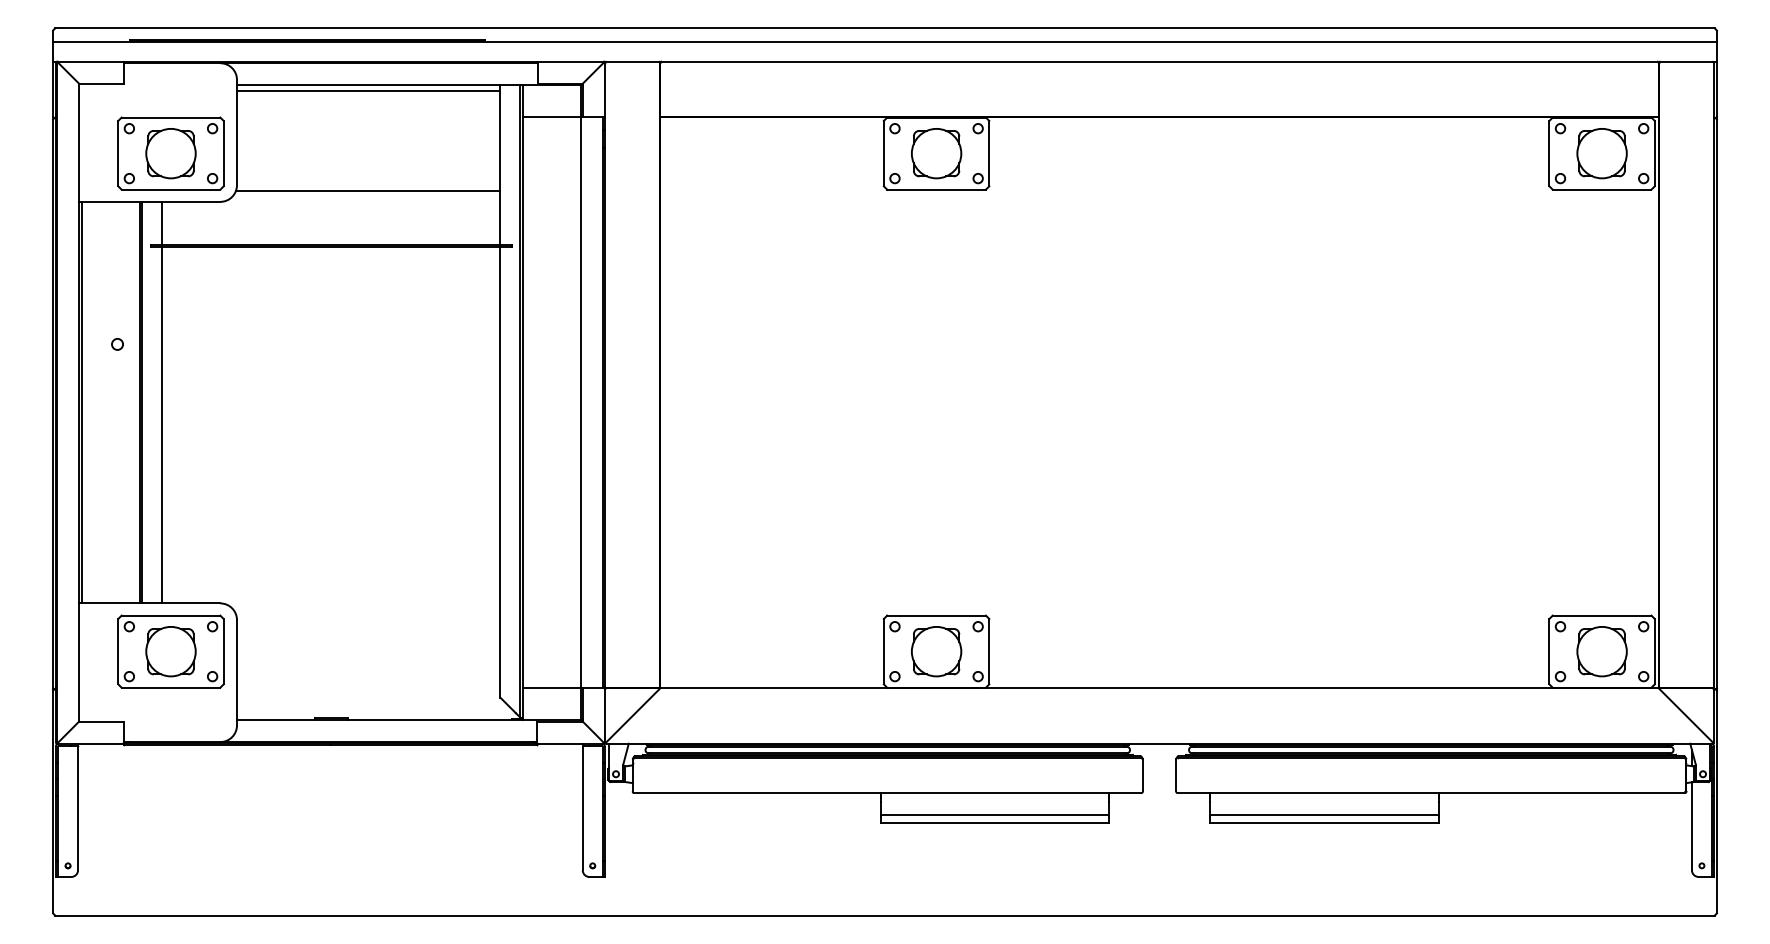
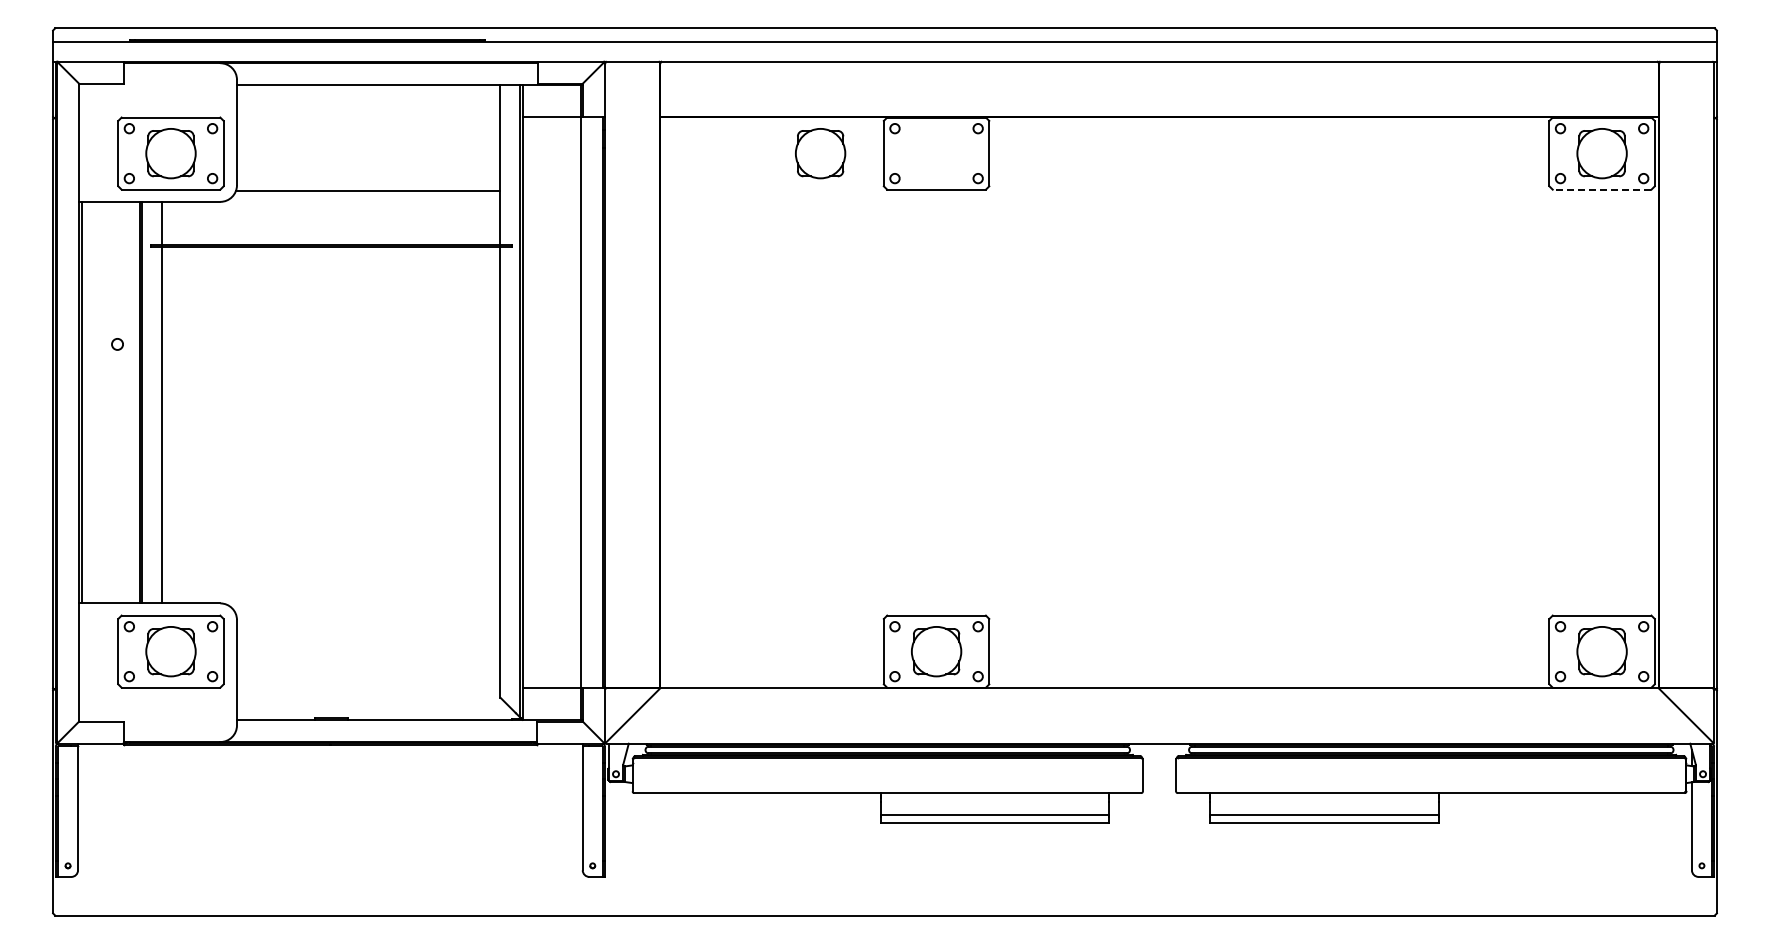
line at (368, 90): present -> none
part at (936, 153) position: (936, 153) -> (820, 153)
line at (1601, 189): solid -> dashed
